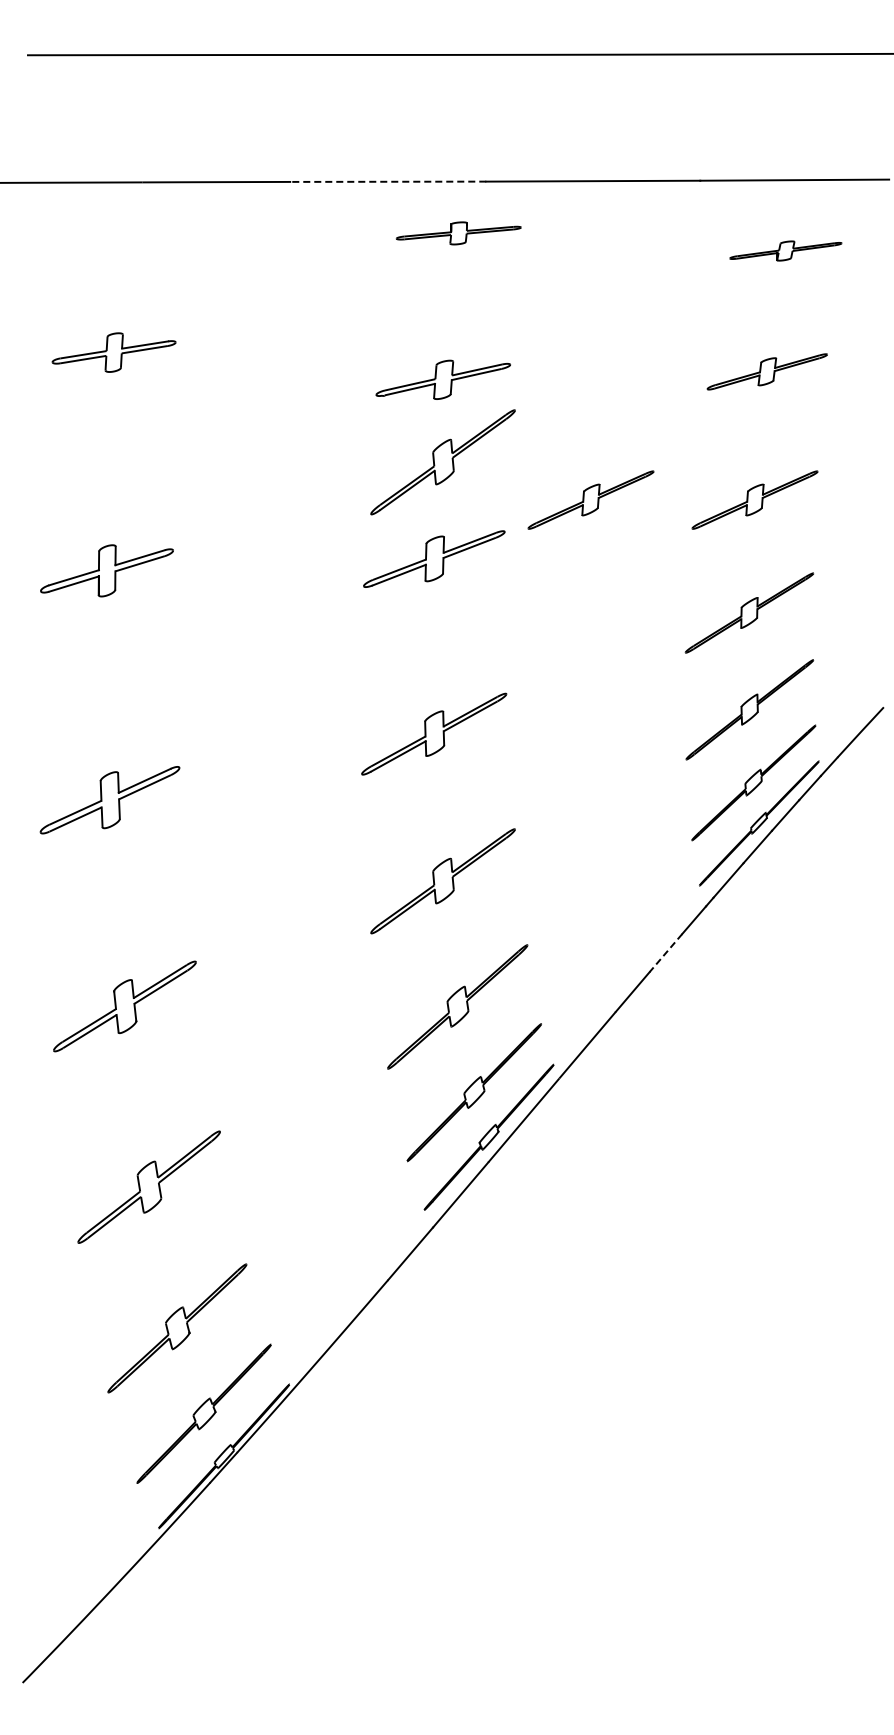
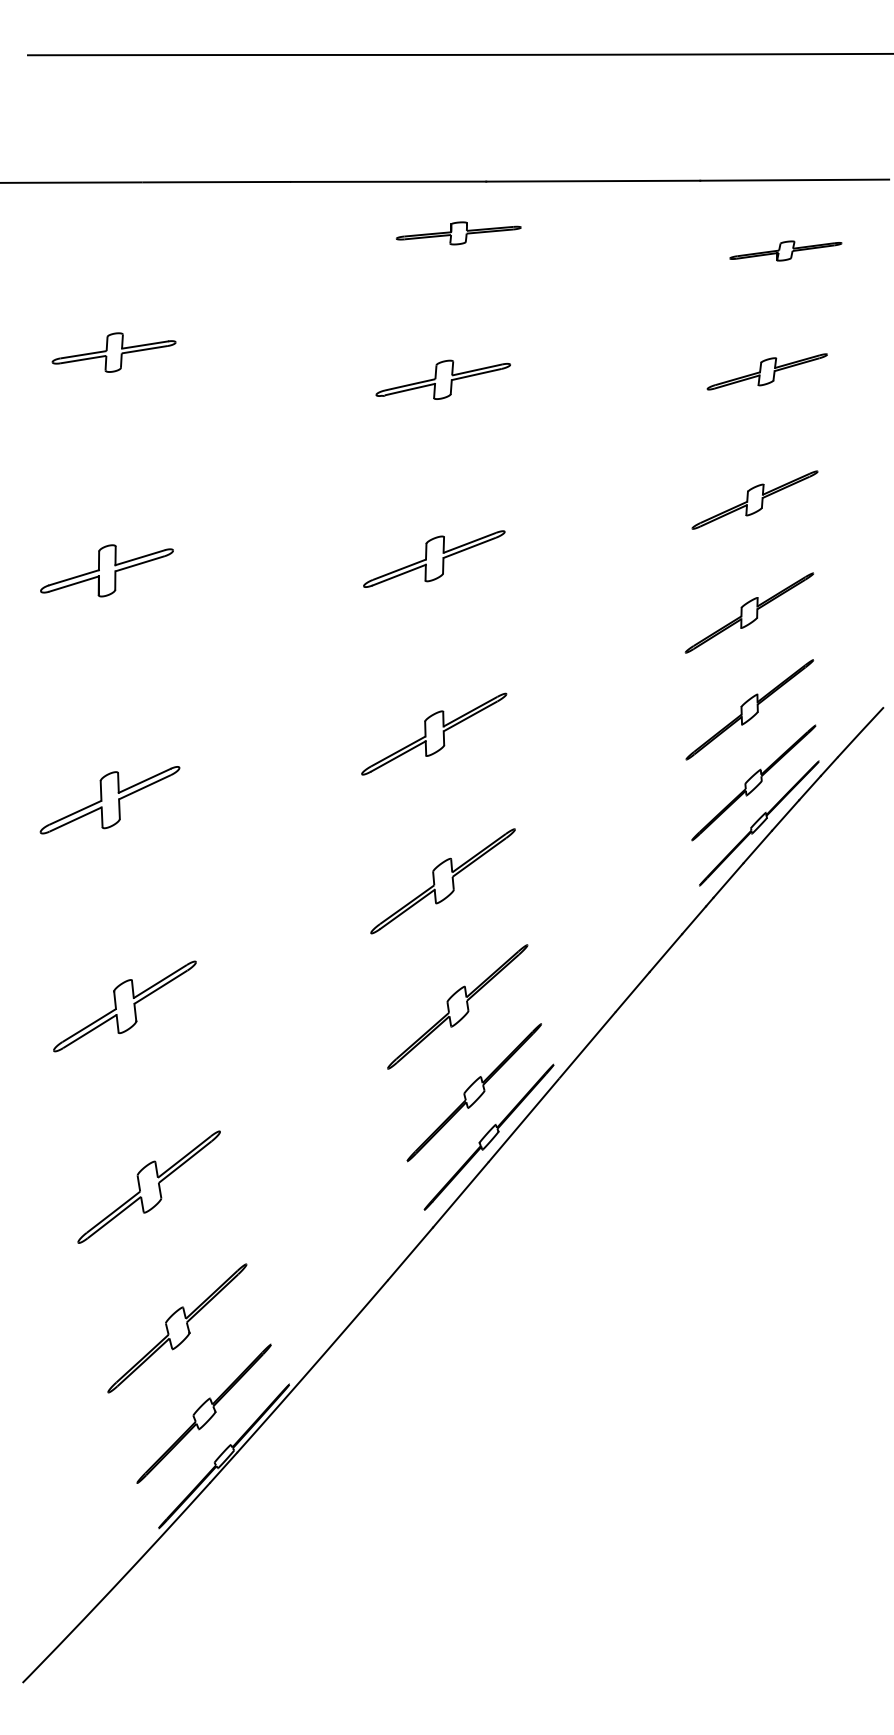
line at (388, 181): dashed -> solid
part at (442, 462): present -> none
part at (590, 499): present -> none
line at (665, 953): dashed -> solid
